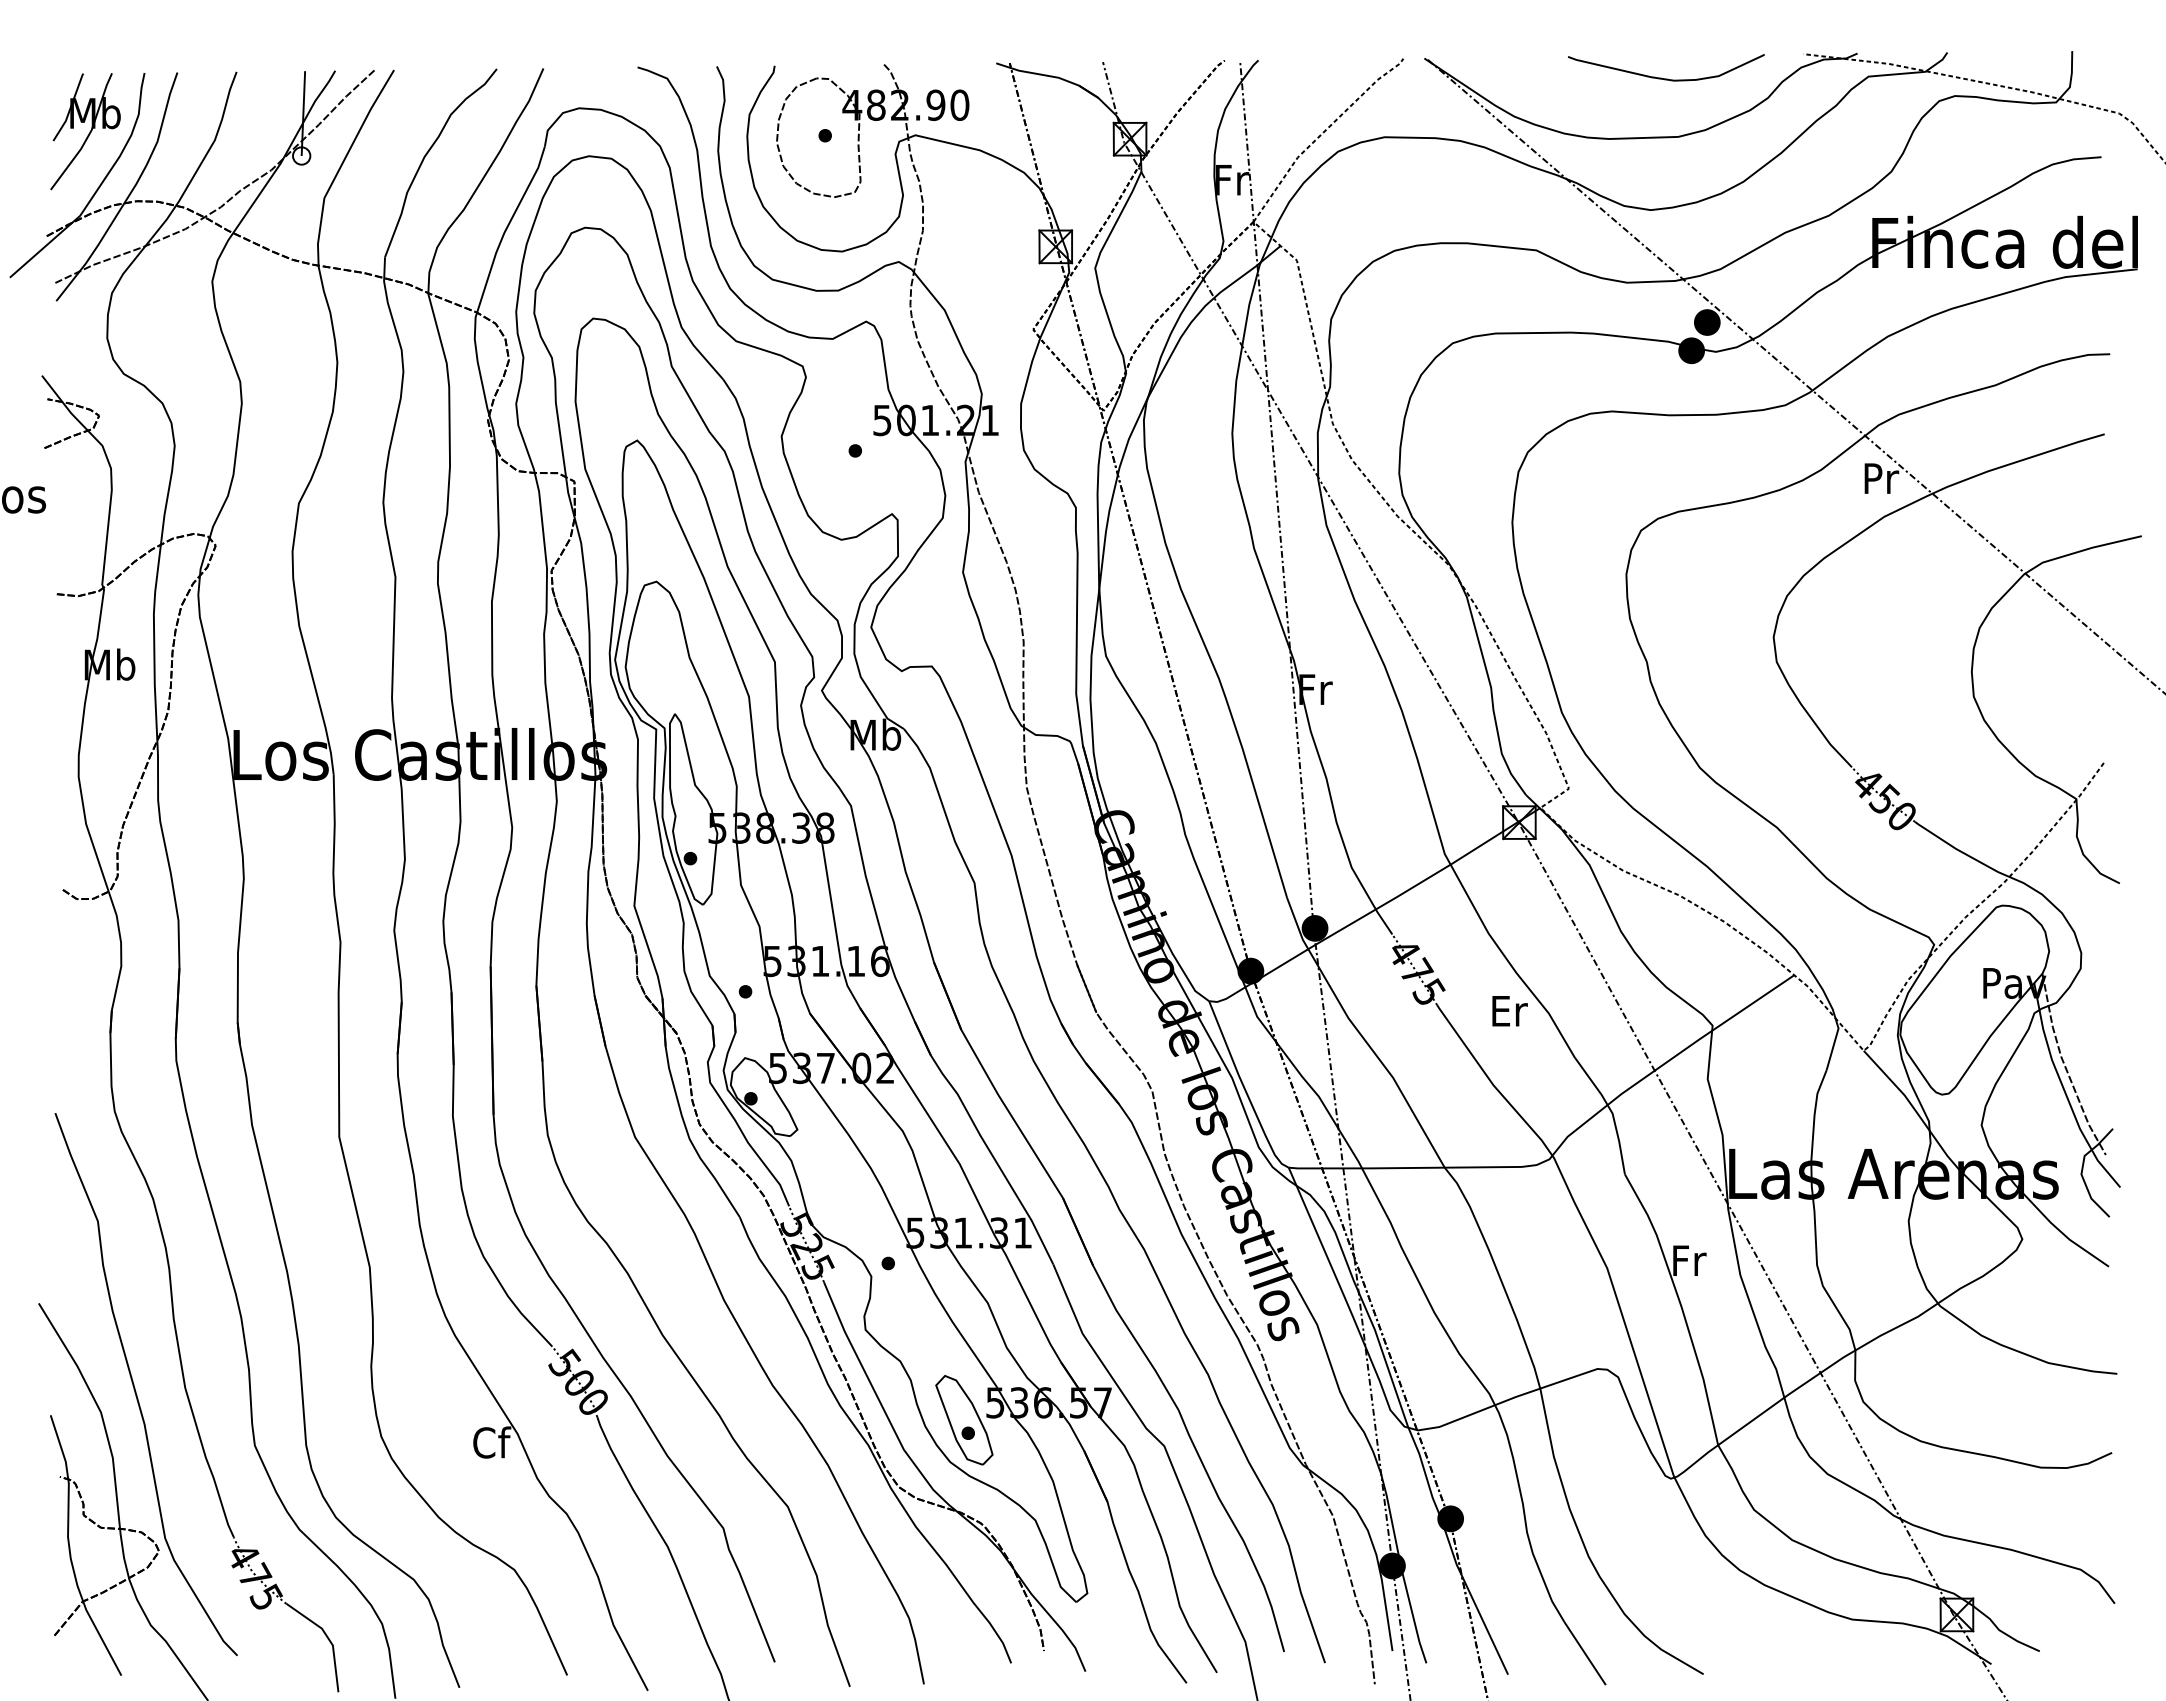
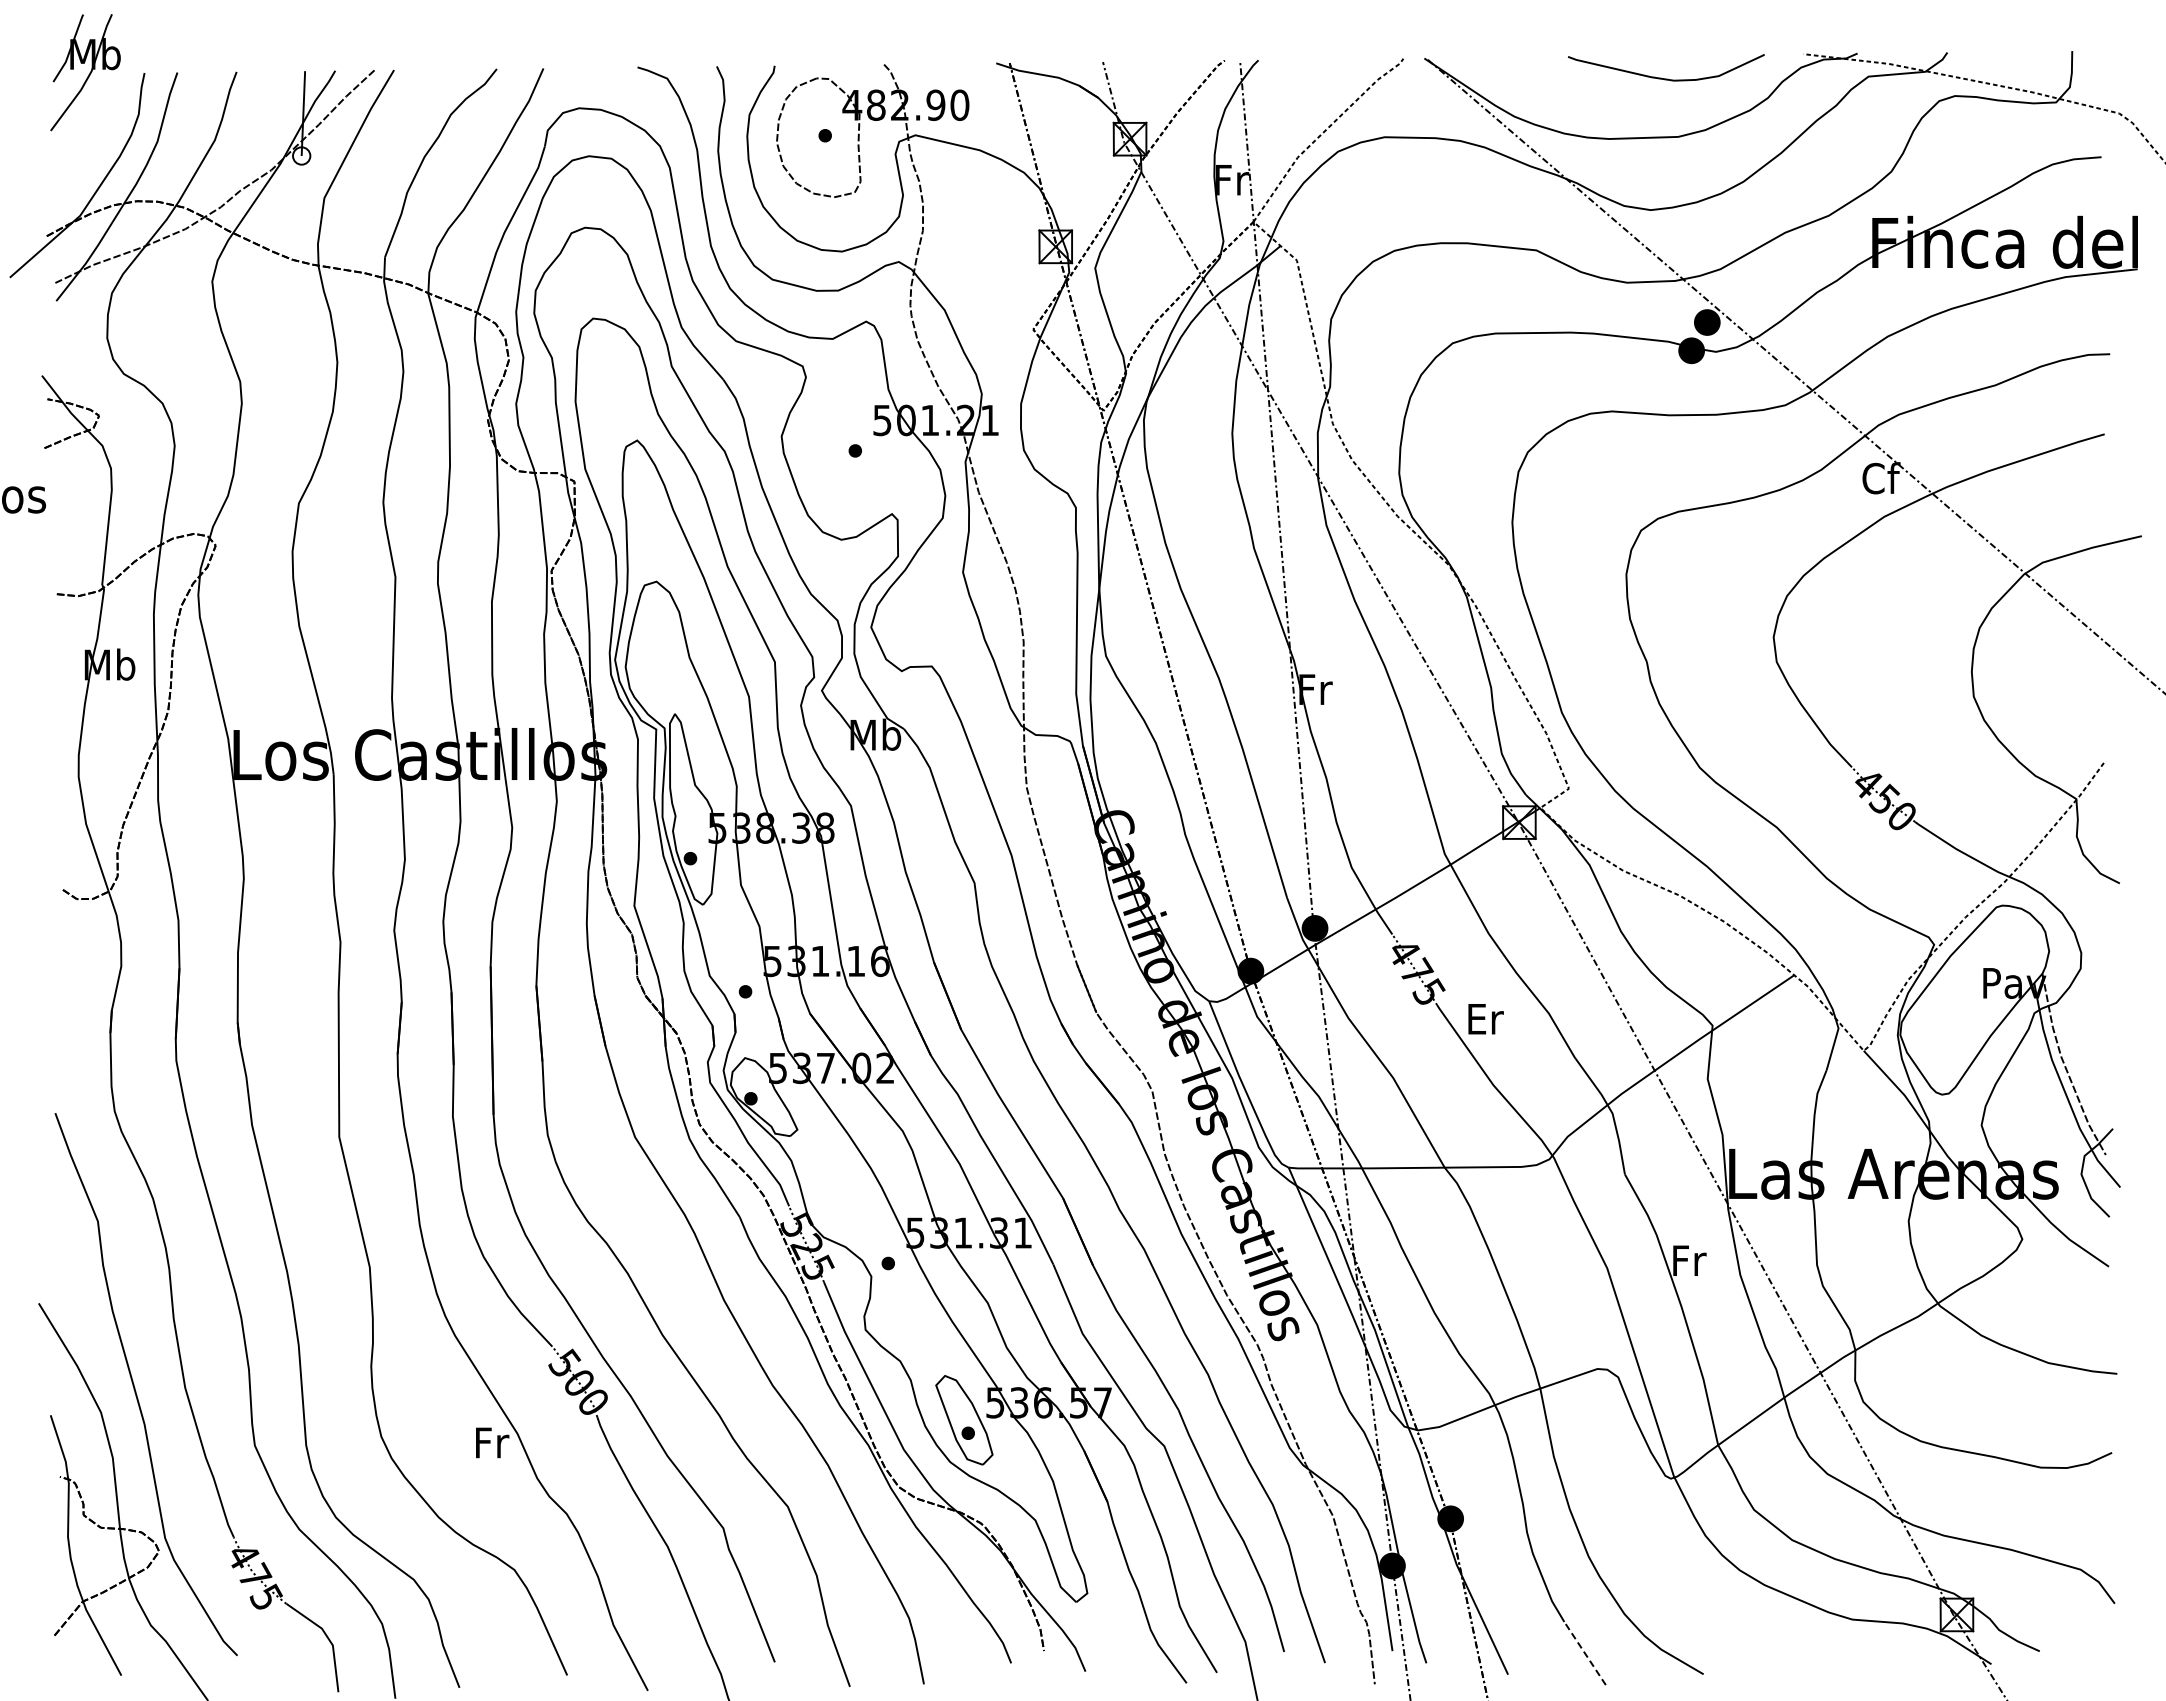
part at (85, 131) position: (85, 131) -> (85, 72)
text at (1881, 478): Pr -> Cf
text at (1509, 1011) position: (1509, 1011) -> (1485, 1019)
text at (492, 1442): Cf -> Fr
line at (1585, 1653): solid -> dashed
